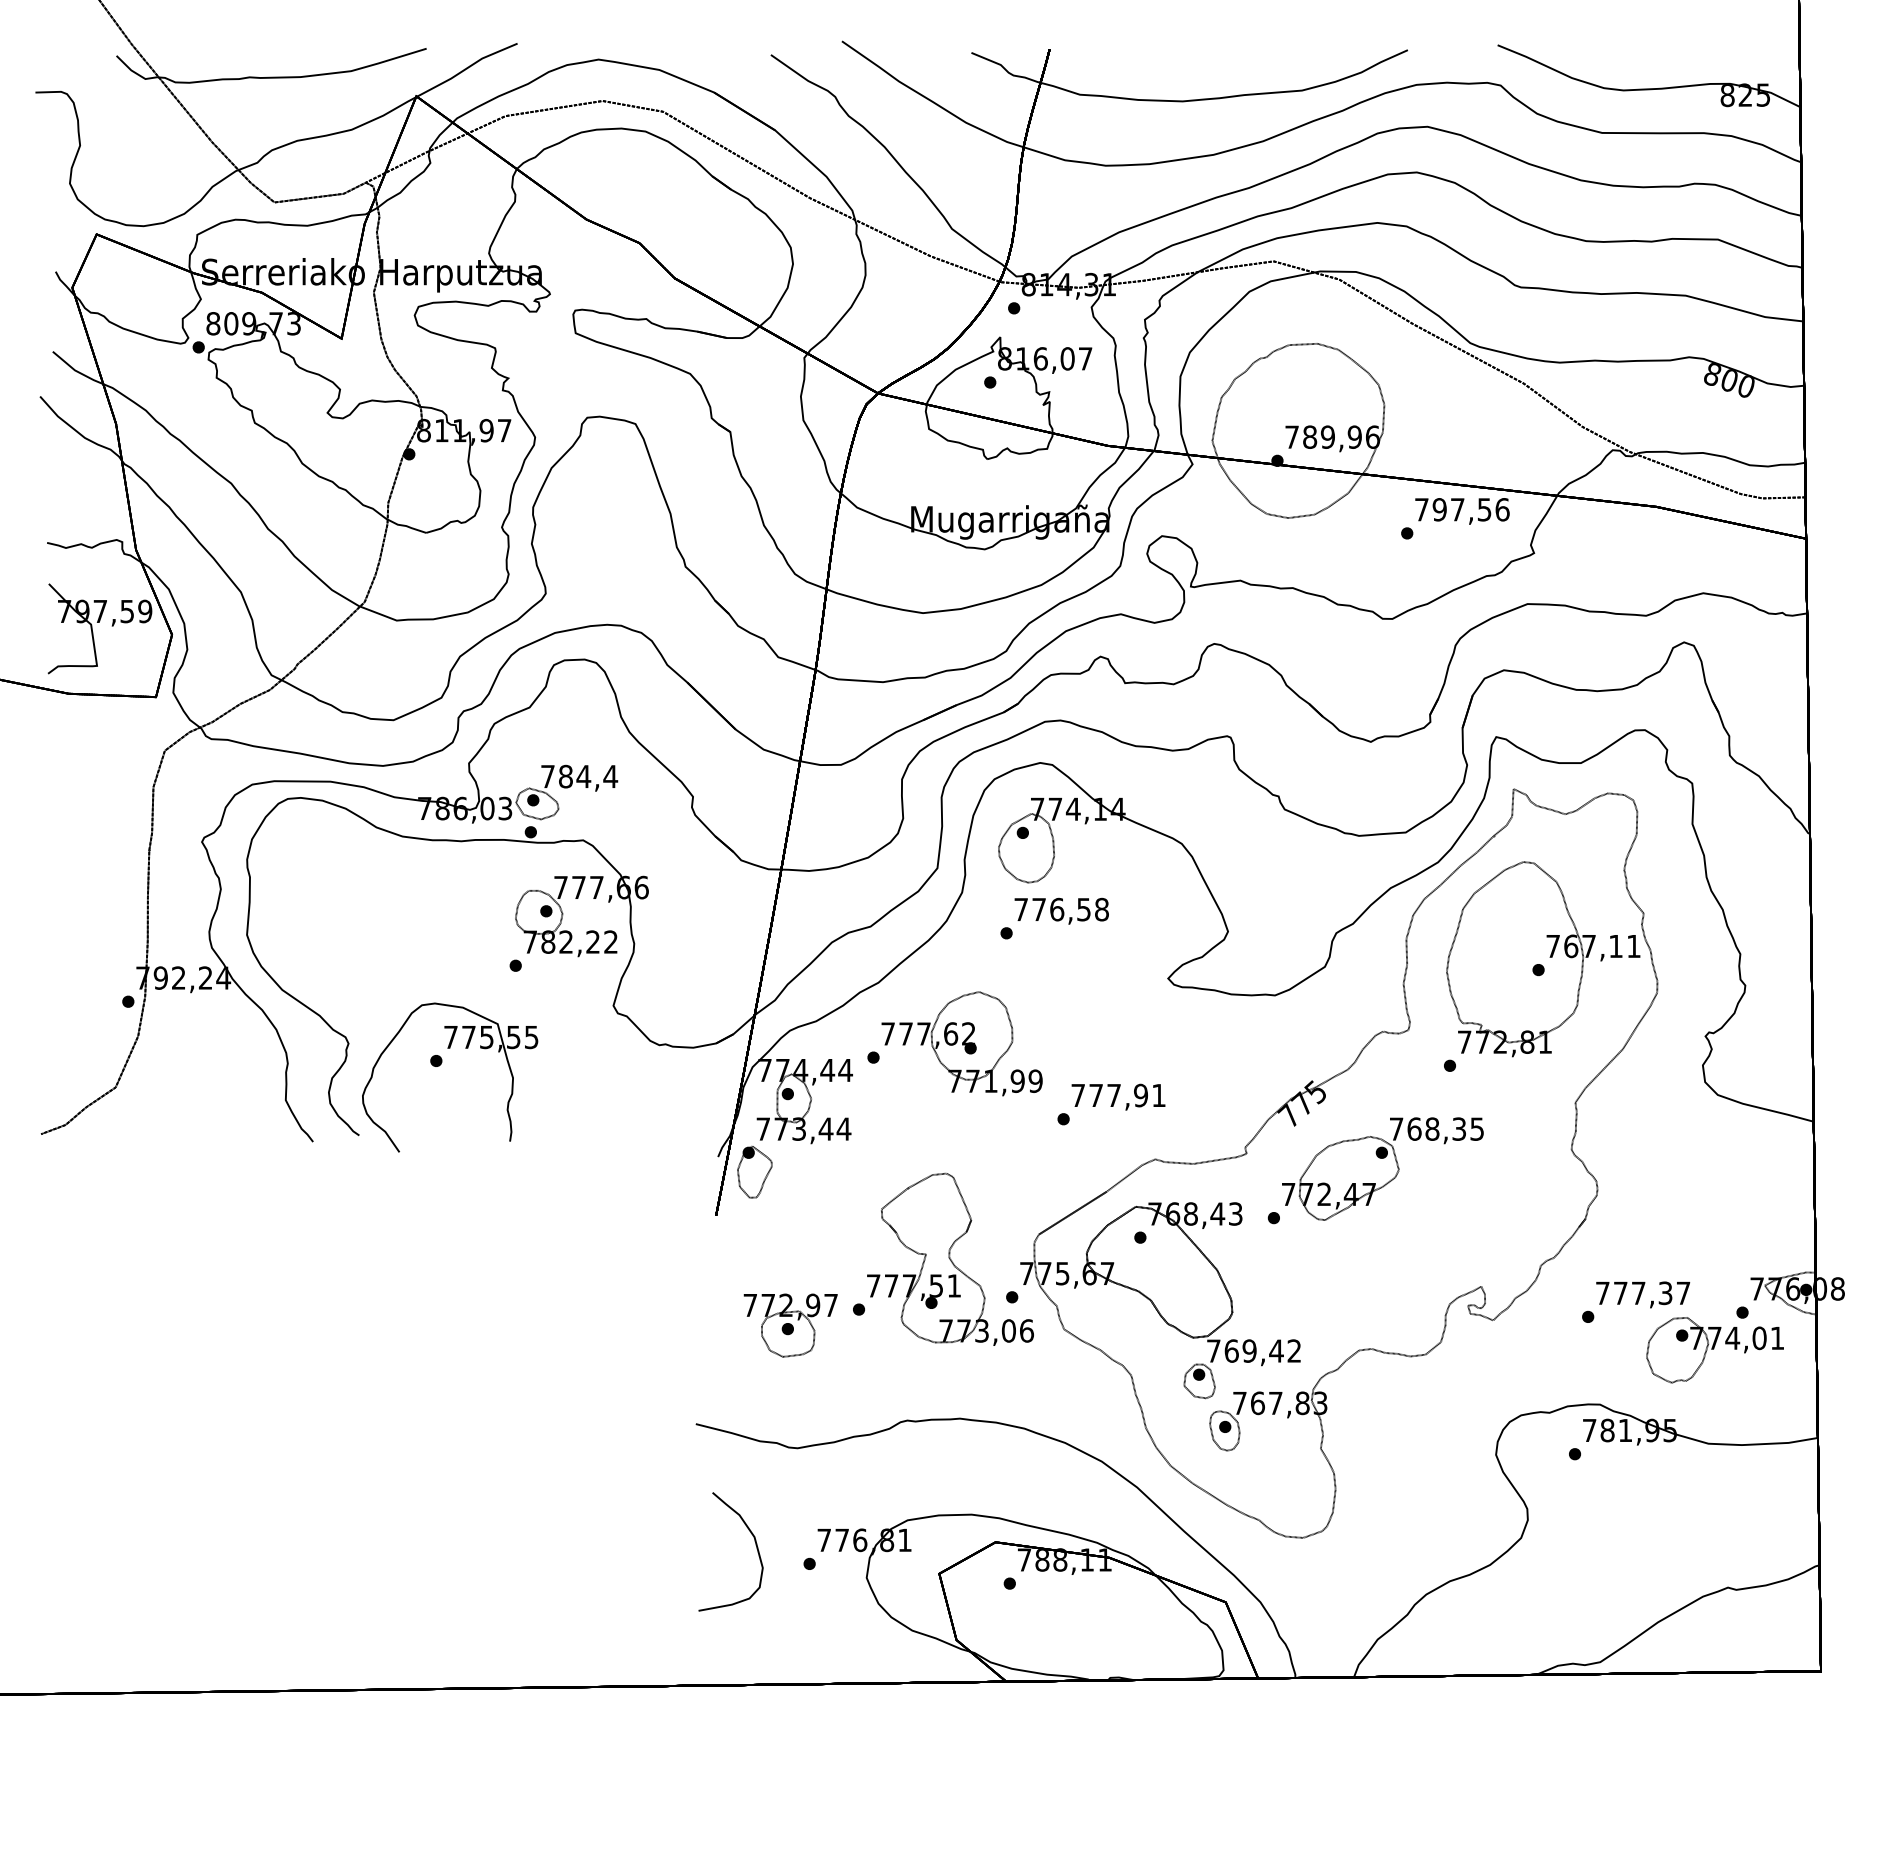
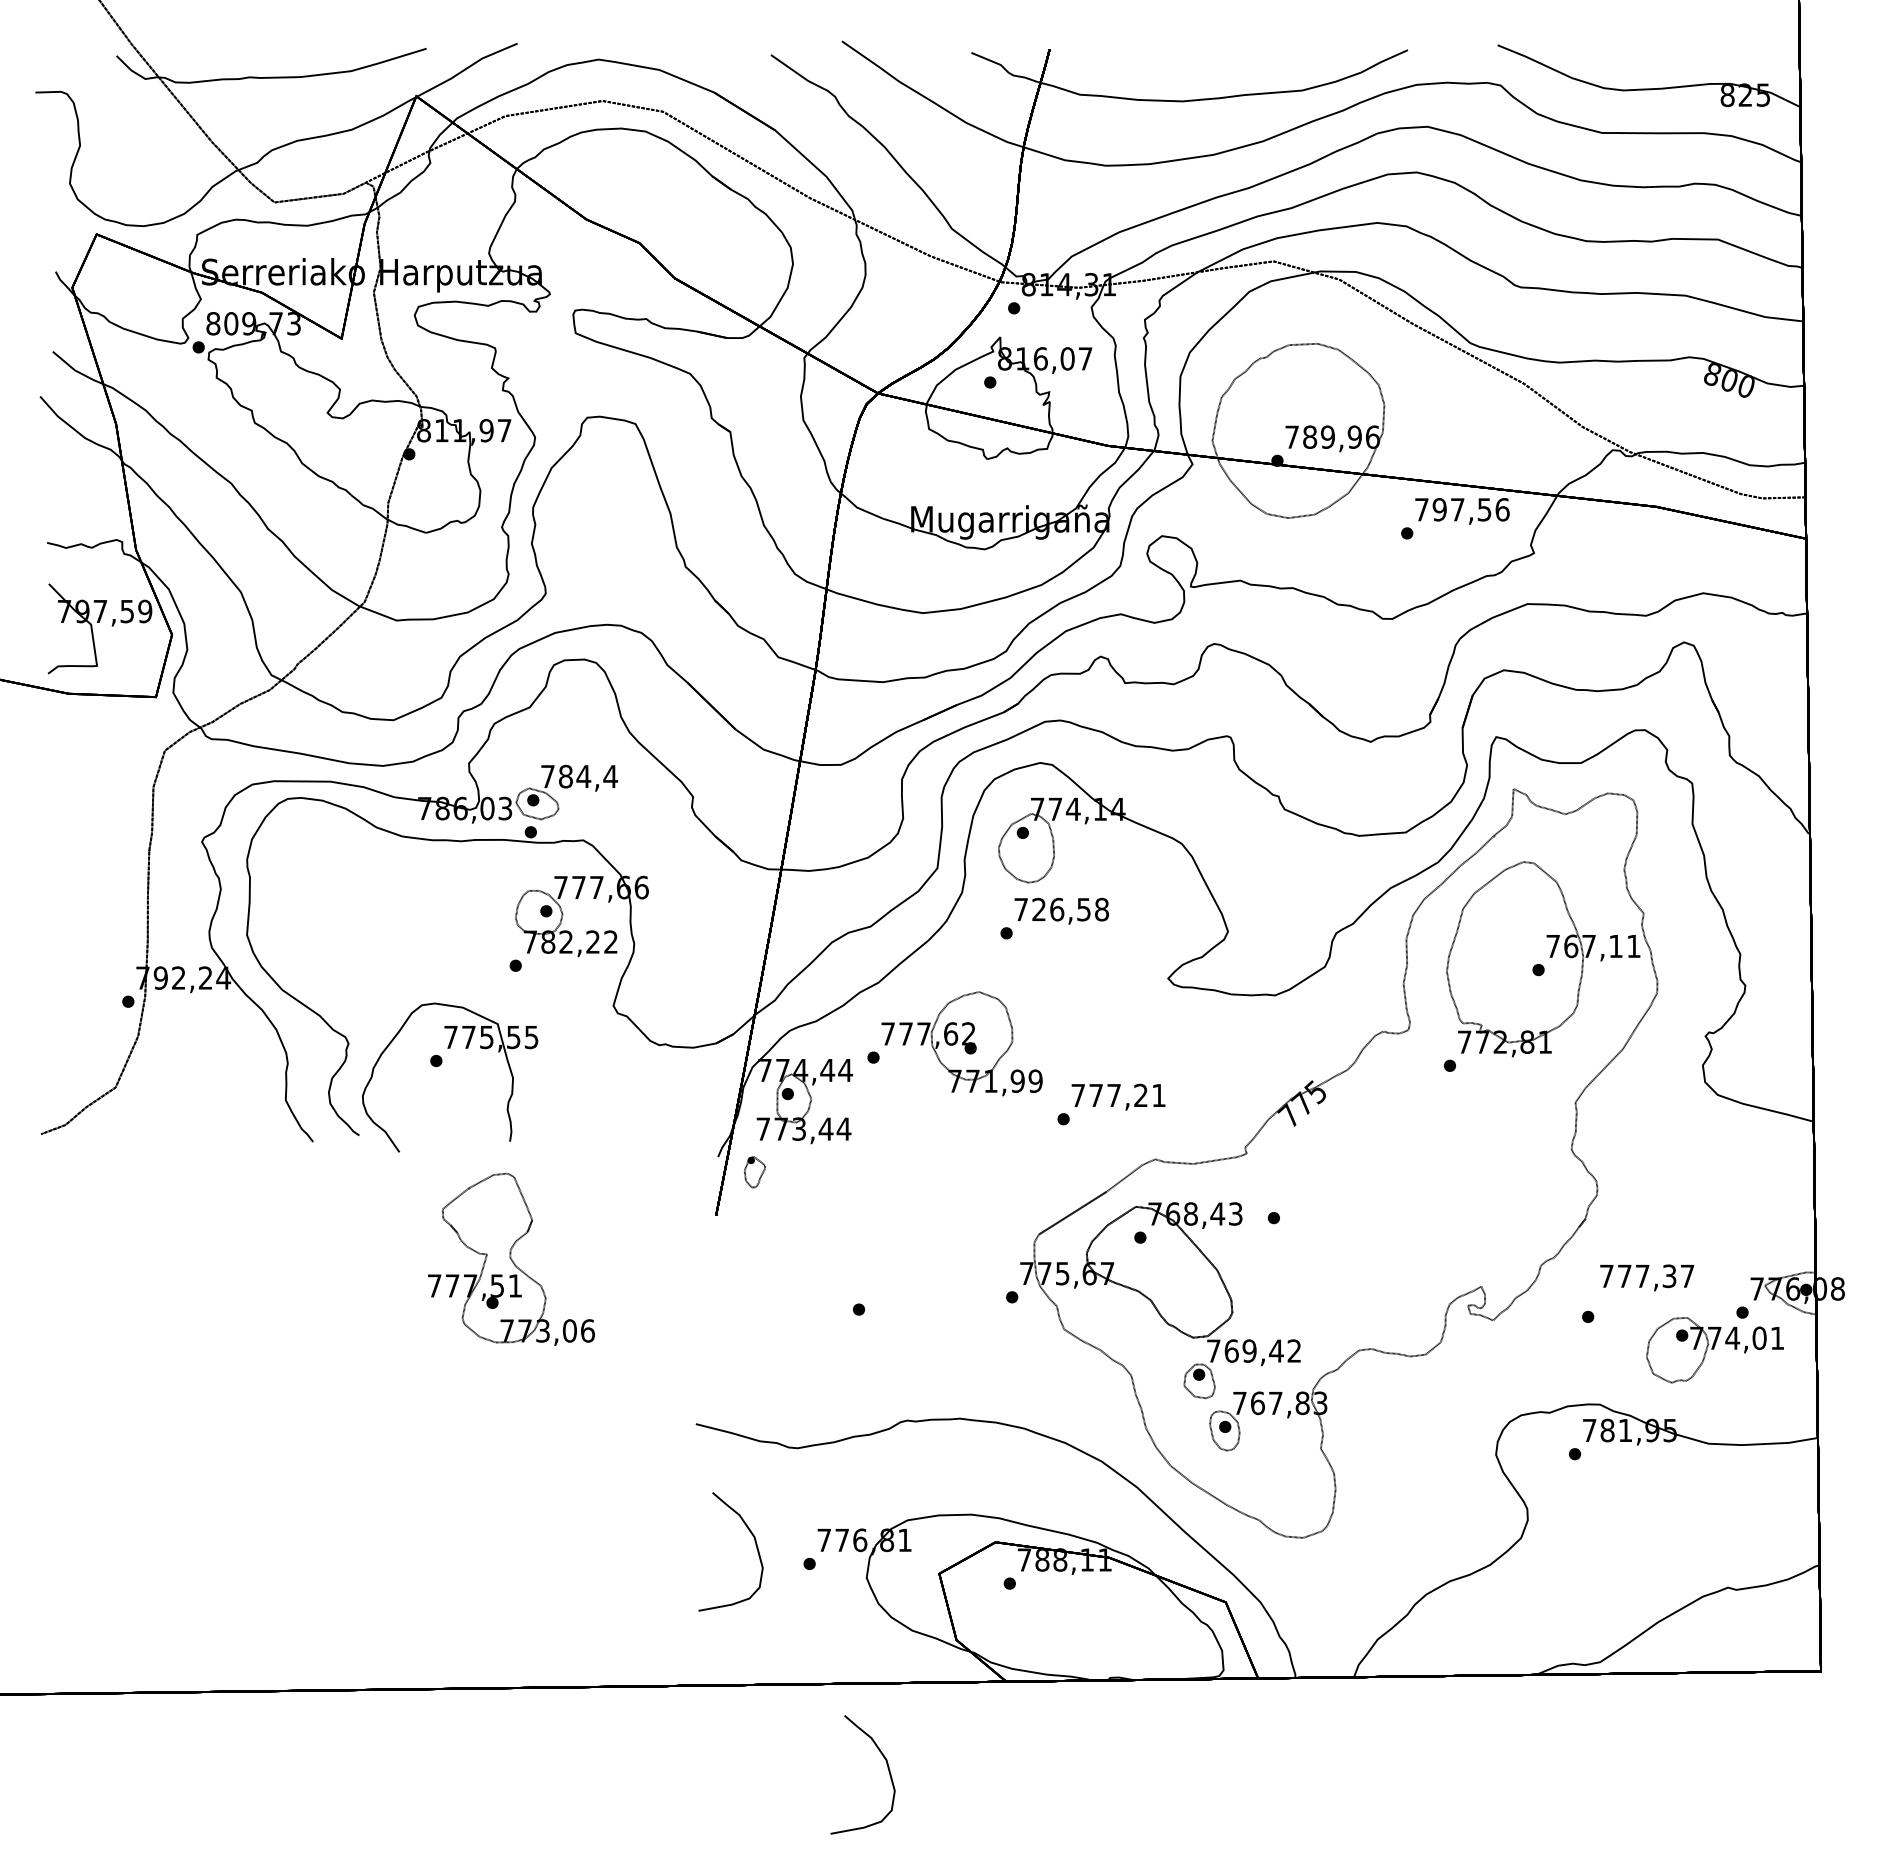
text at (1038, 908): 776,58 -> 726,58
text at (1140, 1095): 777,91 -> 777,21
part at (1382, 1168): present -> none
part at (754, 1171) size: 36x54 px -> 22x33 px
part at (950, 1258) position: (950, 1258) -> (511, 1258)
text at (1643, 1294) position: (1643, 1294) -> (1647, 1277)
part at (790, 1325): present -> none
part at (887, 1768): none -> present
